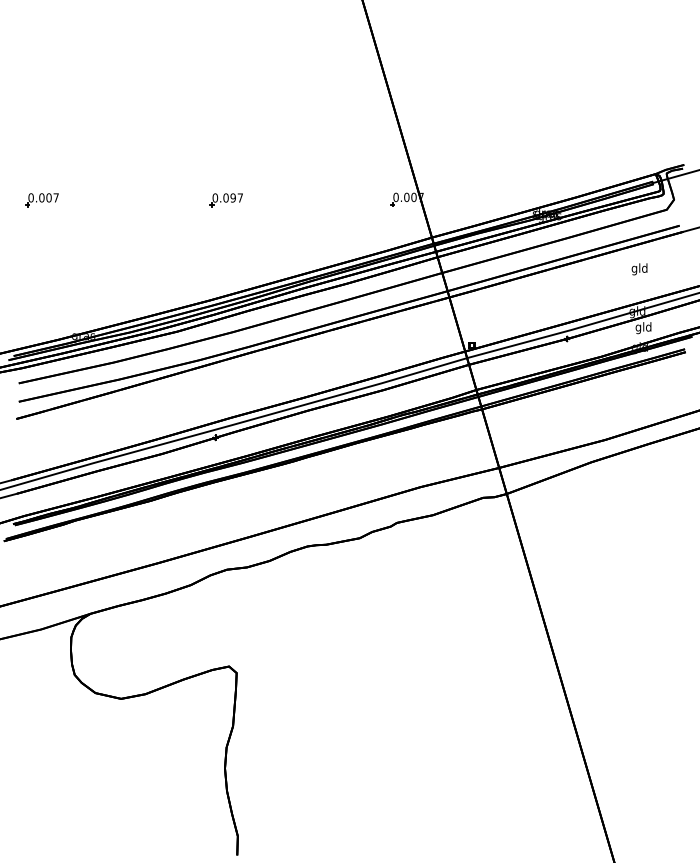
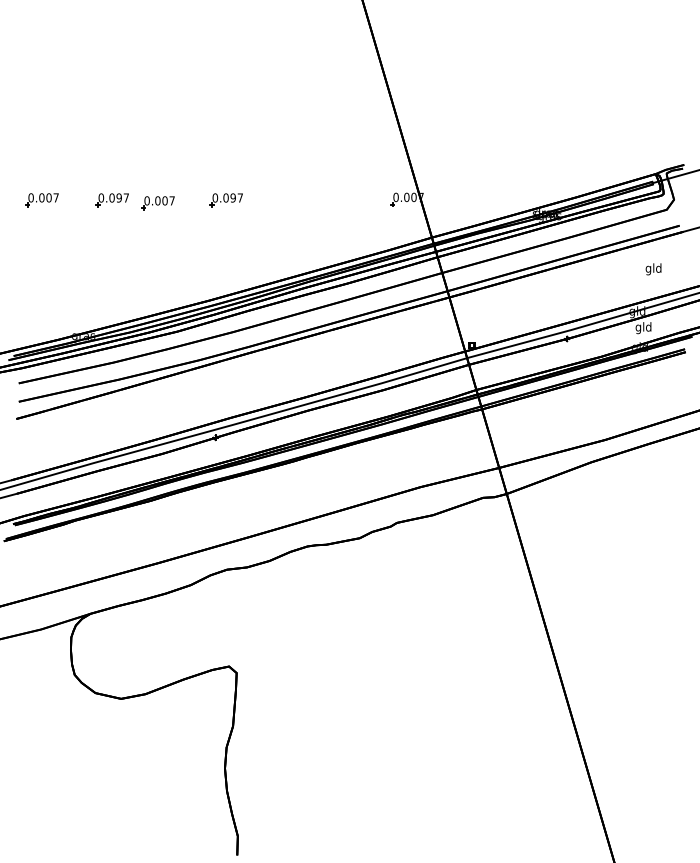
part at (111, 200): none -> present
part at (157, 203): none -> present
text at (639, 269) position: (639, 269) -> (653, 269)
